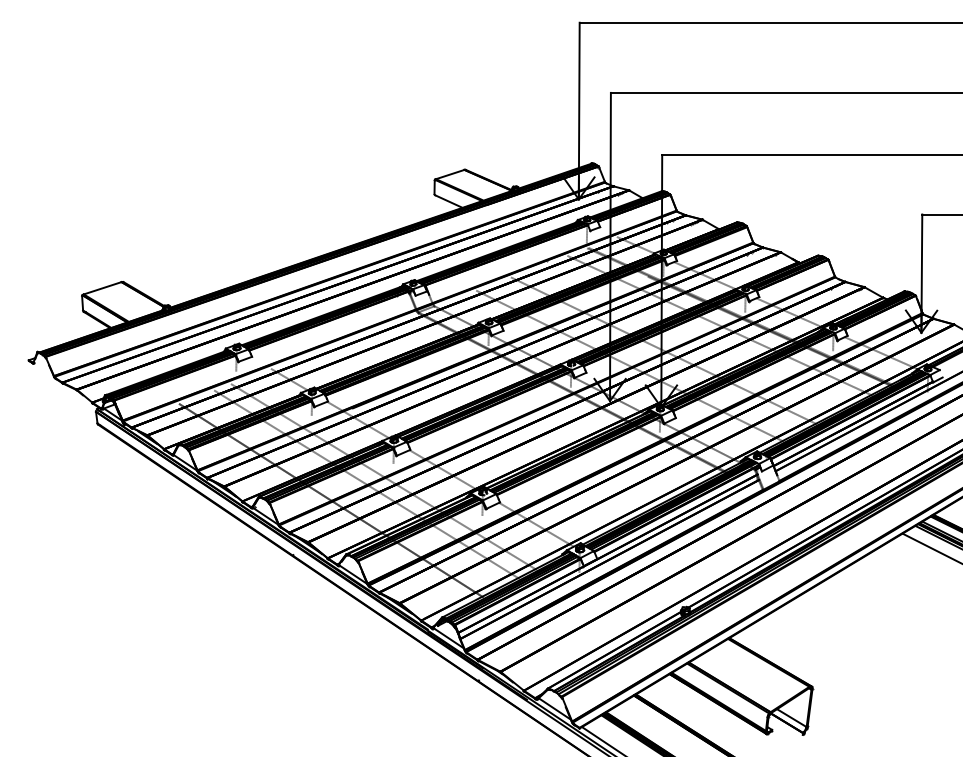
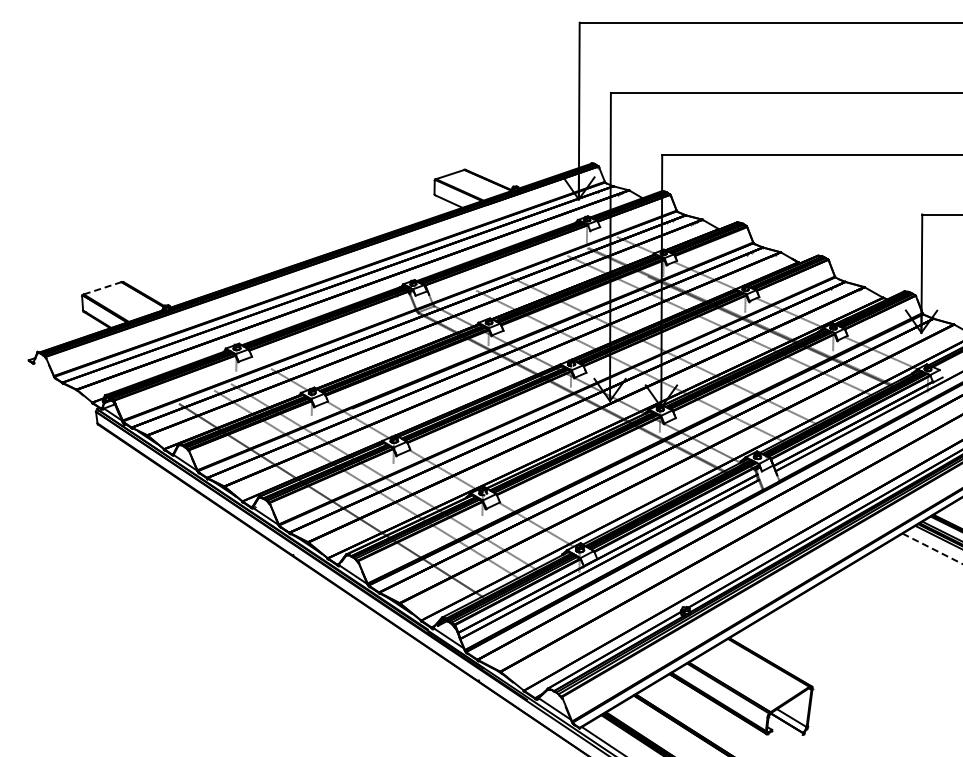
line at (102, 288): solid -> dashed
line at (932, 548): solid -> dashed
